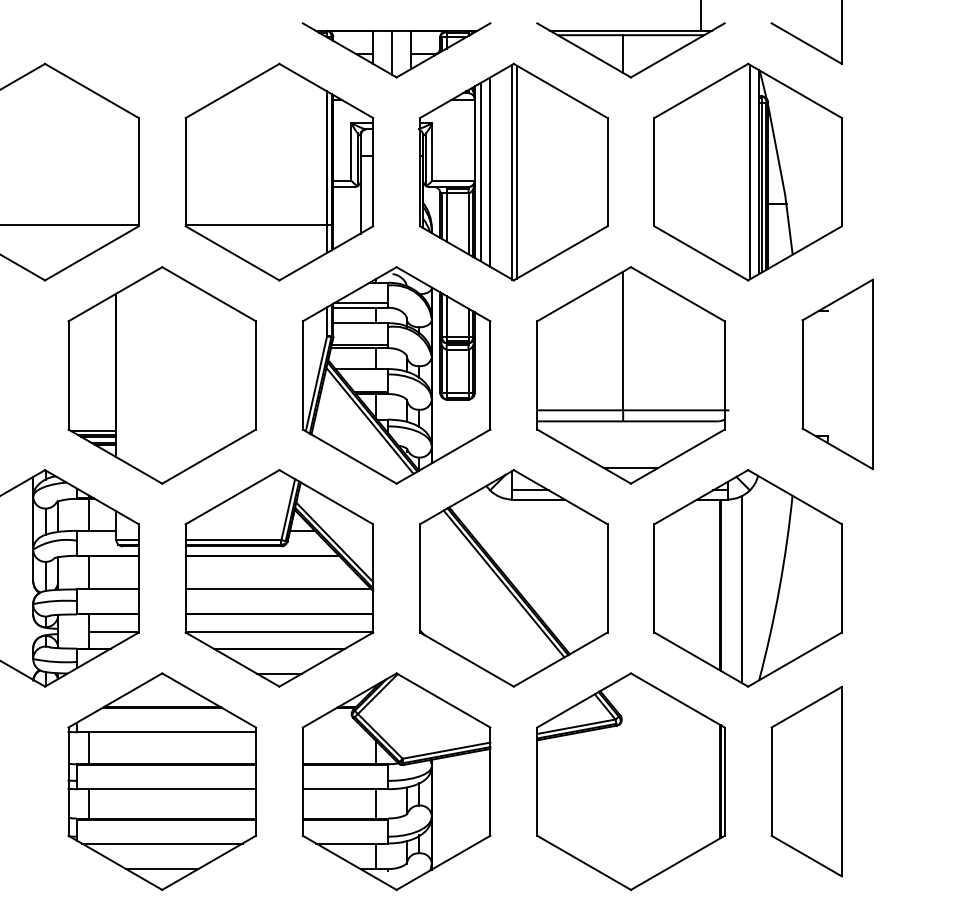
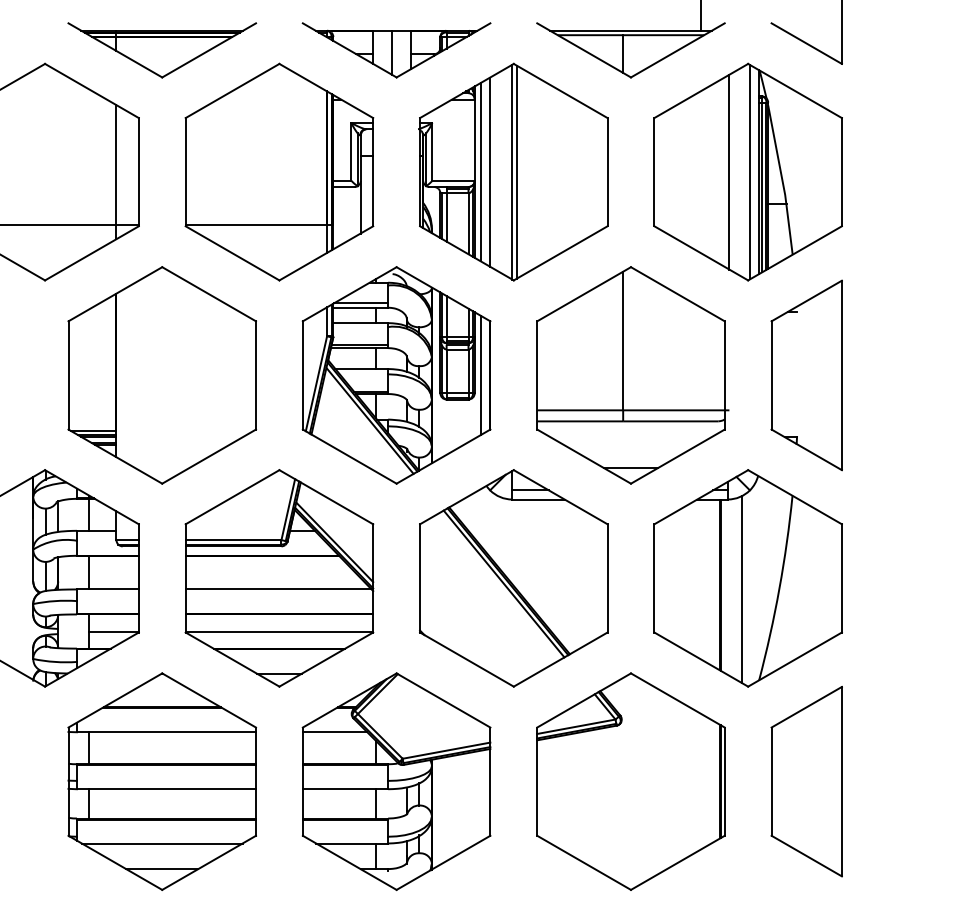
part at (162, 50): none -> present
line at (729, 171): none -> present
line at (116, 172): none -> present
line at (480, 374): none -> present
part at (837, 374) position: (837, 374) -> (806, 375)
line at (334, 732): none -> present
